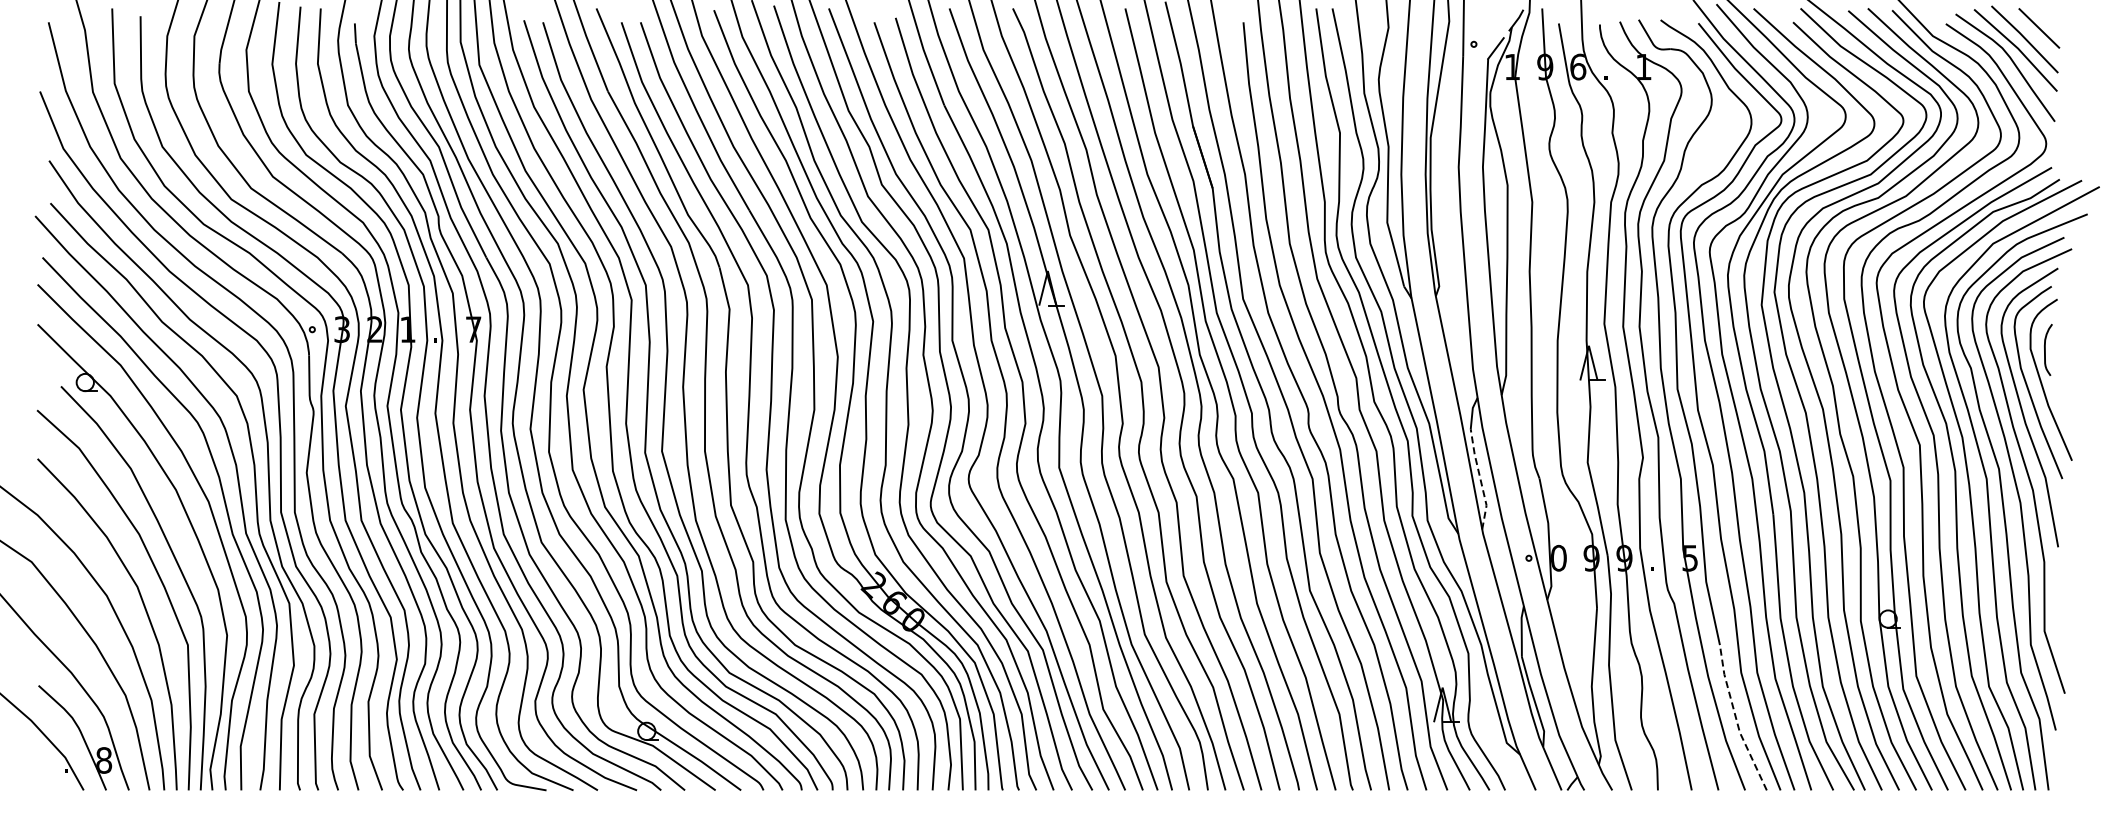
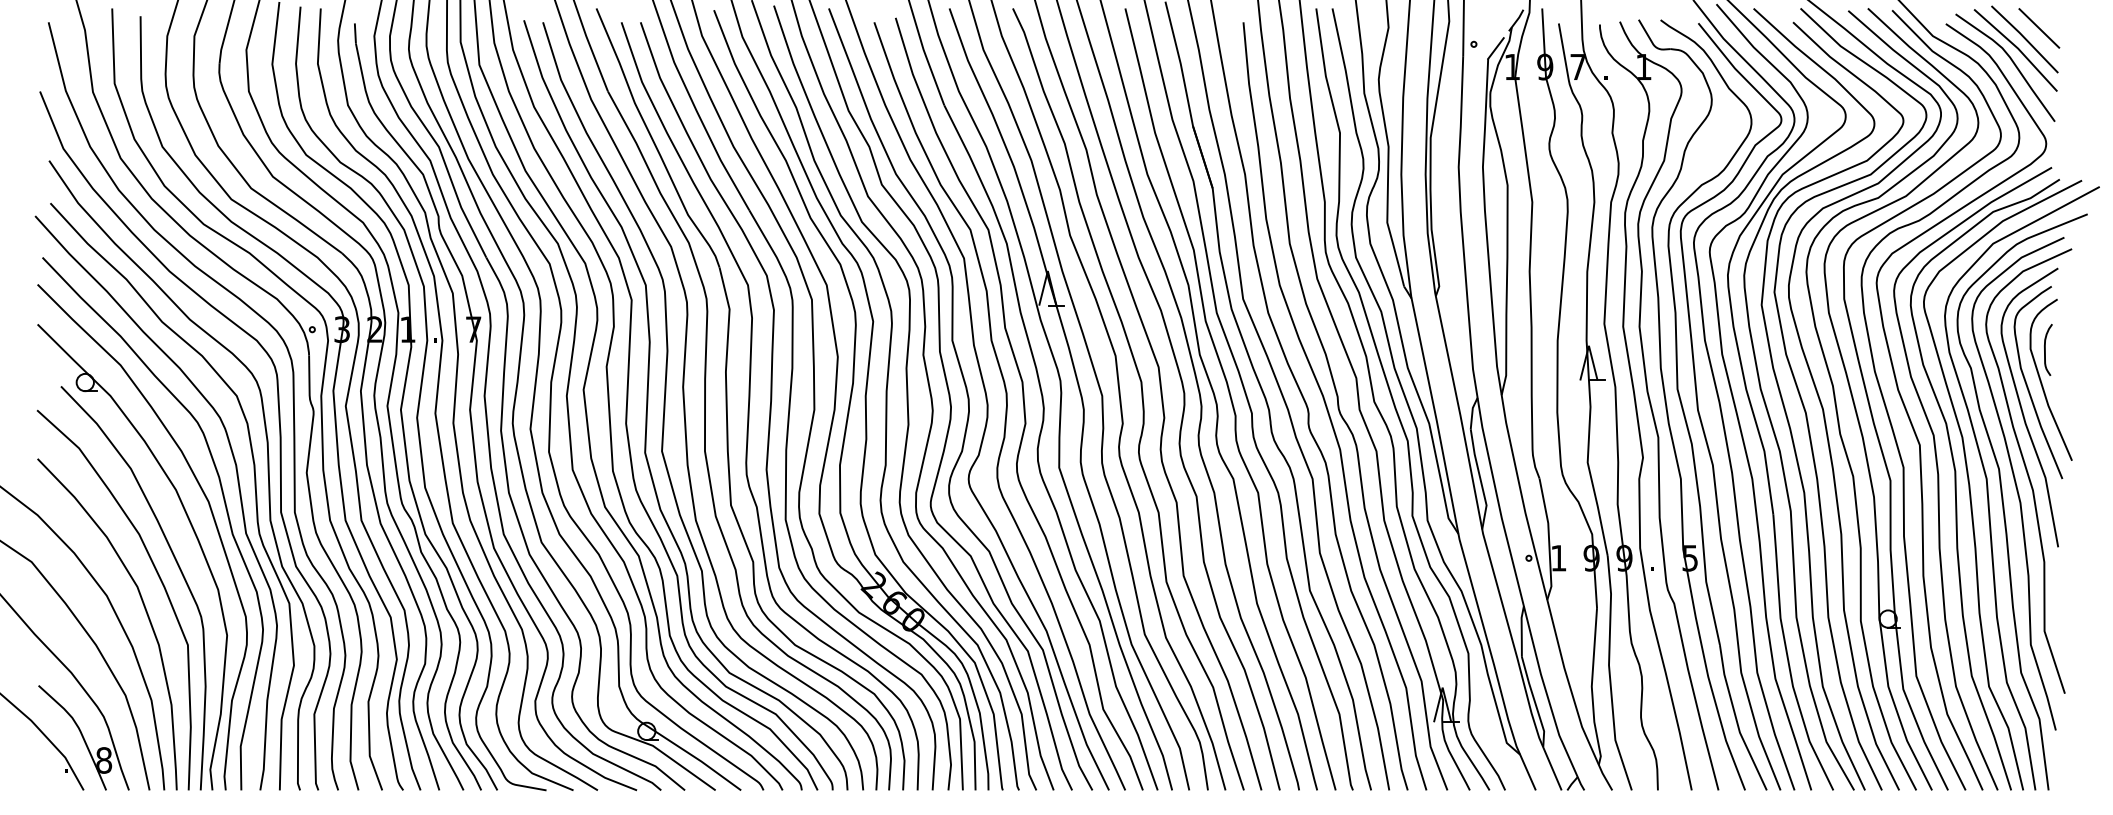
text at (1578, 66): 6 -> 7
line at (1480, 479): dashed -> solid
text at (1558, 557): 0 -> 1
line at (1736, 719): dashed -> solid
